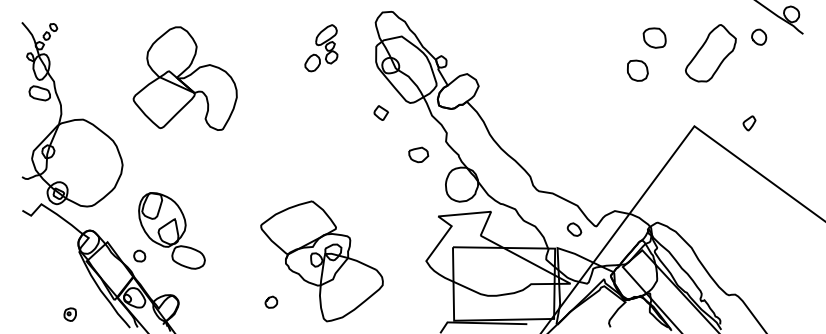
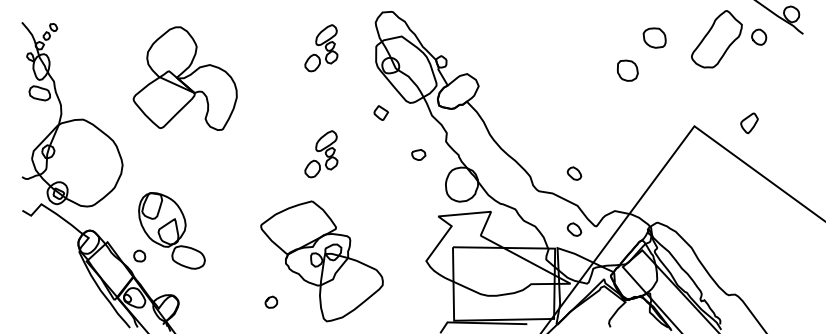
part at (710, 53) position: (710, 53) -> (716, 39)
part at (637, 70) position: (637, 70) -> (627, 70)
part at (749, 123) size: 15x17 px -> 19x23 px
part at (321, 154): none -> present
part at (418, 154) size: 22x18 px -> 16x12 px
part at (574, 173): none -> present
part at (69, 314): present -> none
